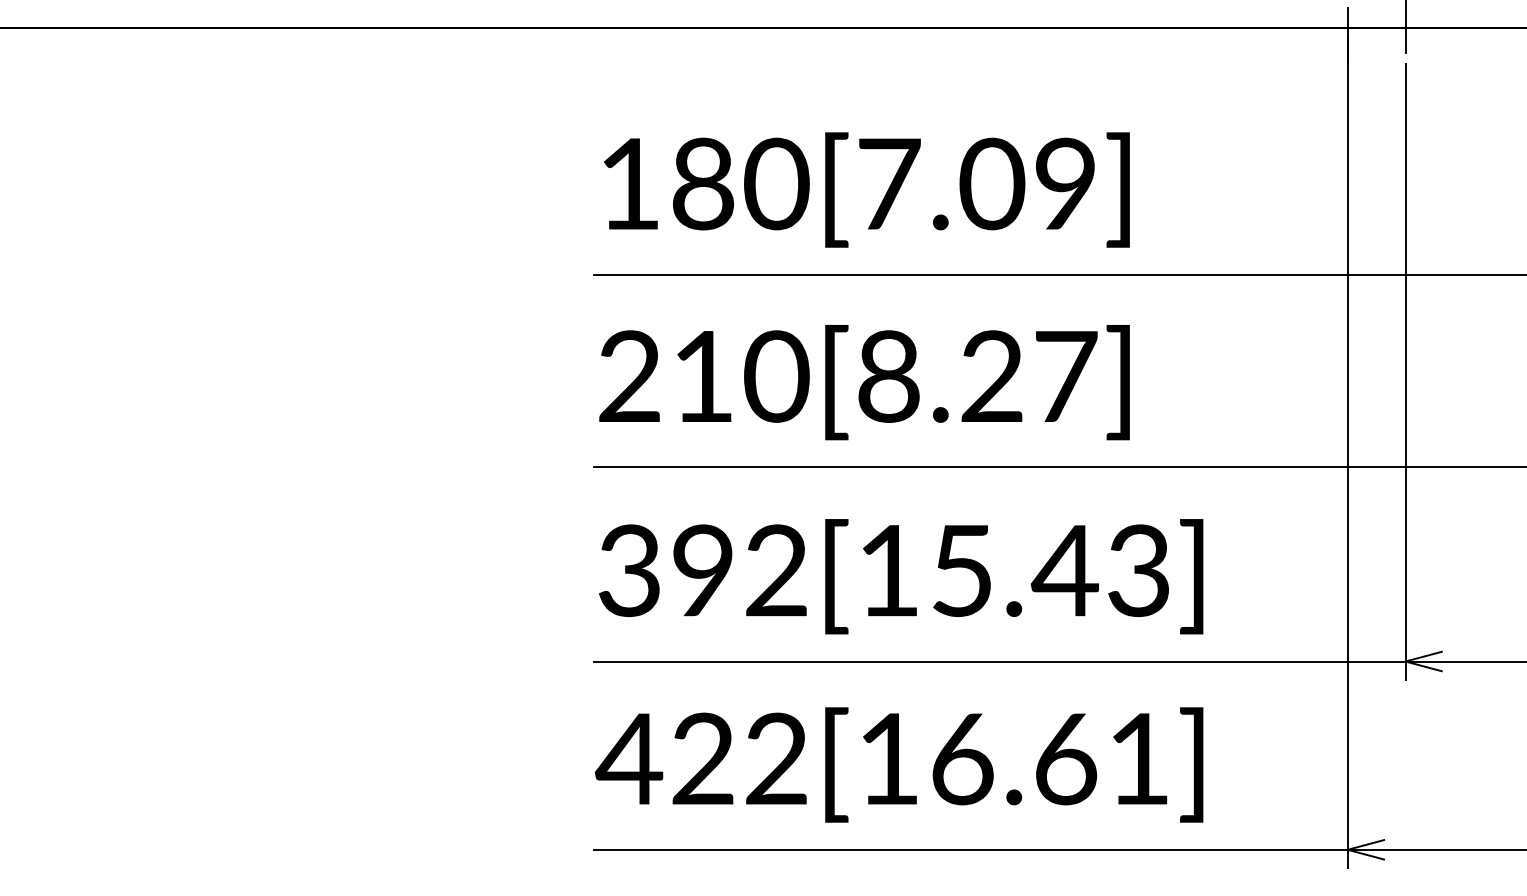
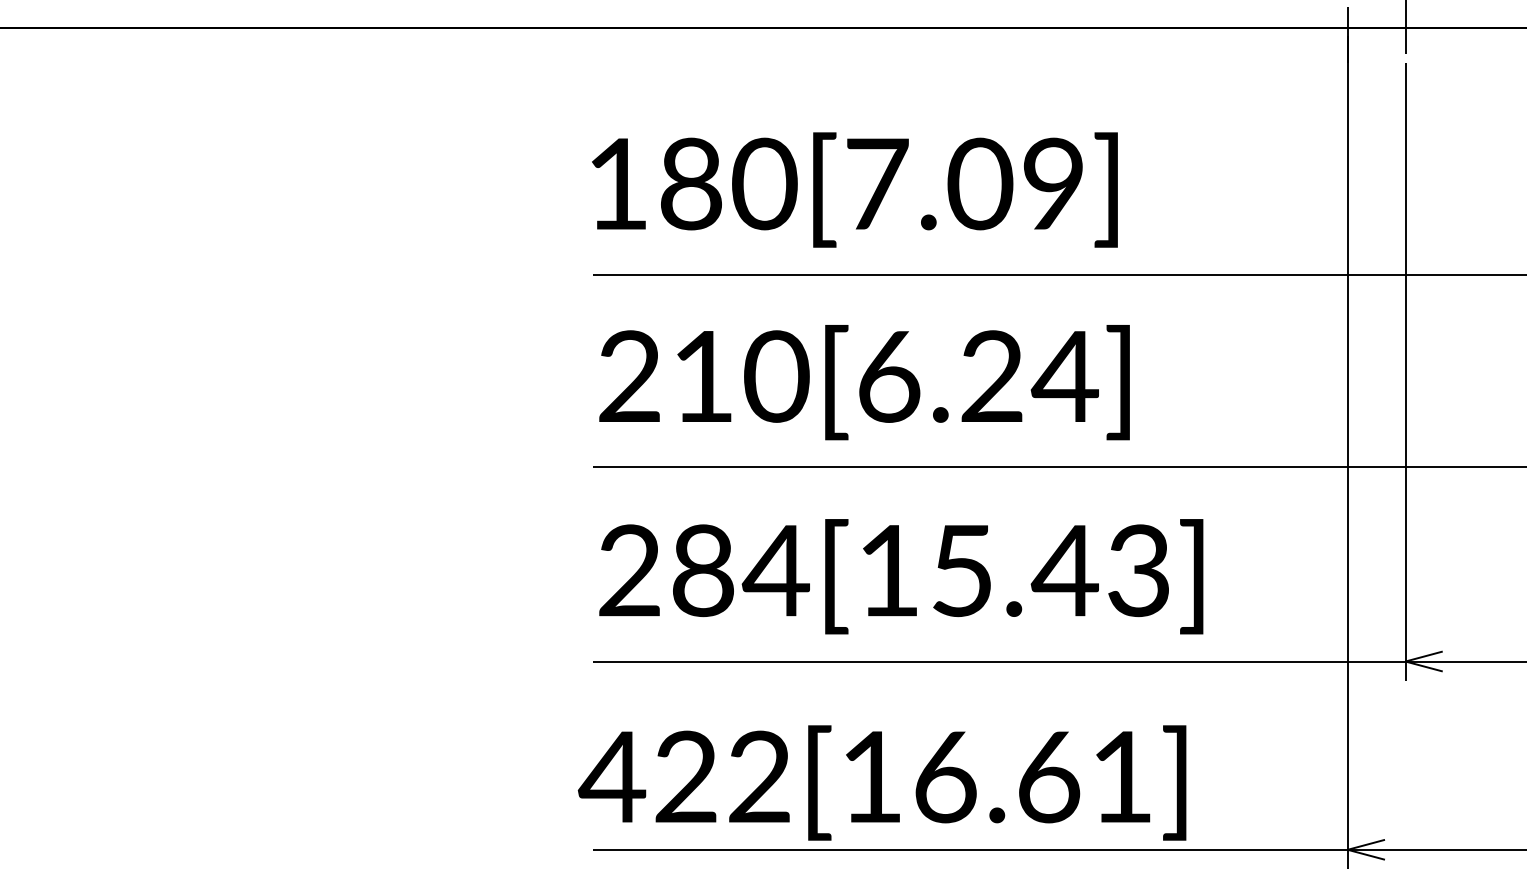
text at (866, 189) position: (866, 189) -> (854, 189)
text at (978, 376): 210[8.27] -> 210[6.24]
text at (704, 570): 392[15.43] -> 284[15.43]
text at (898, 764) position: (898, 764) -> (881, 782)
